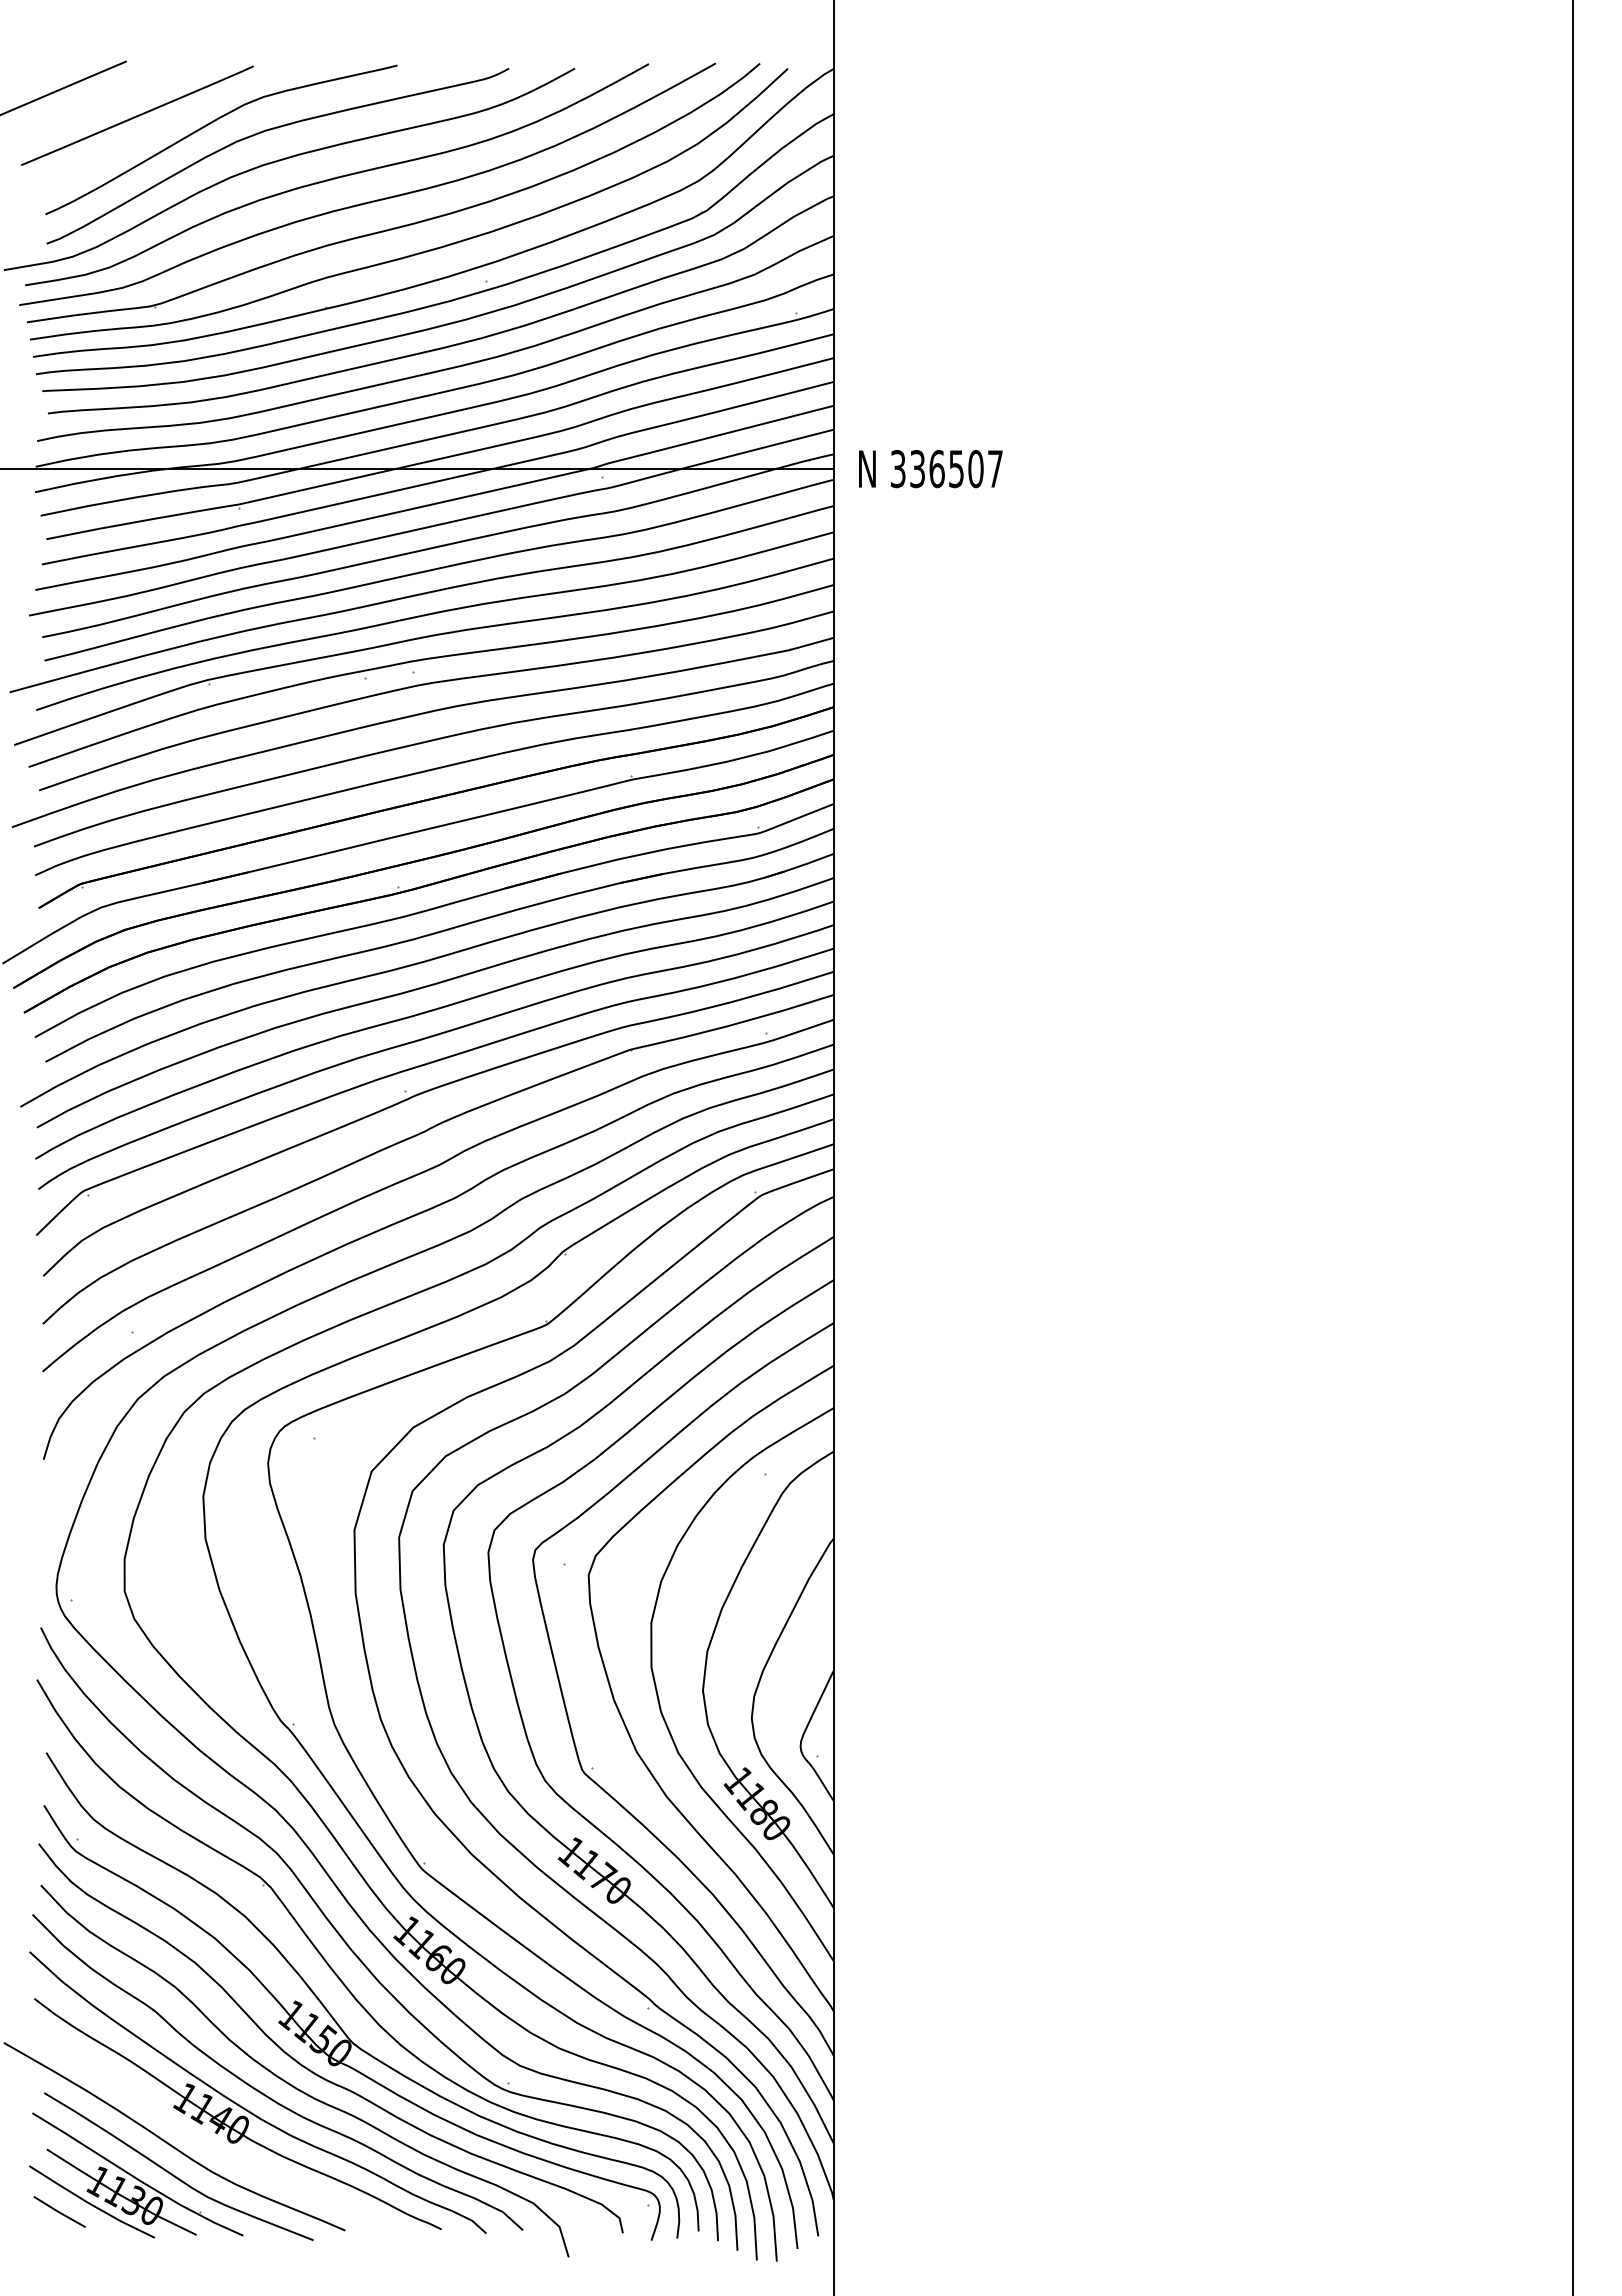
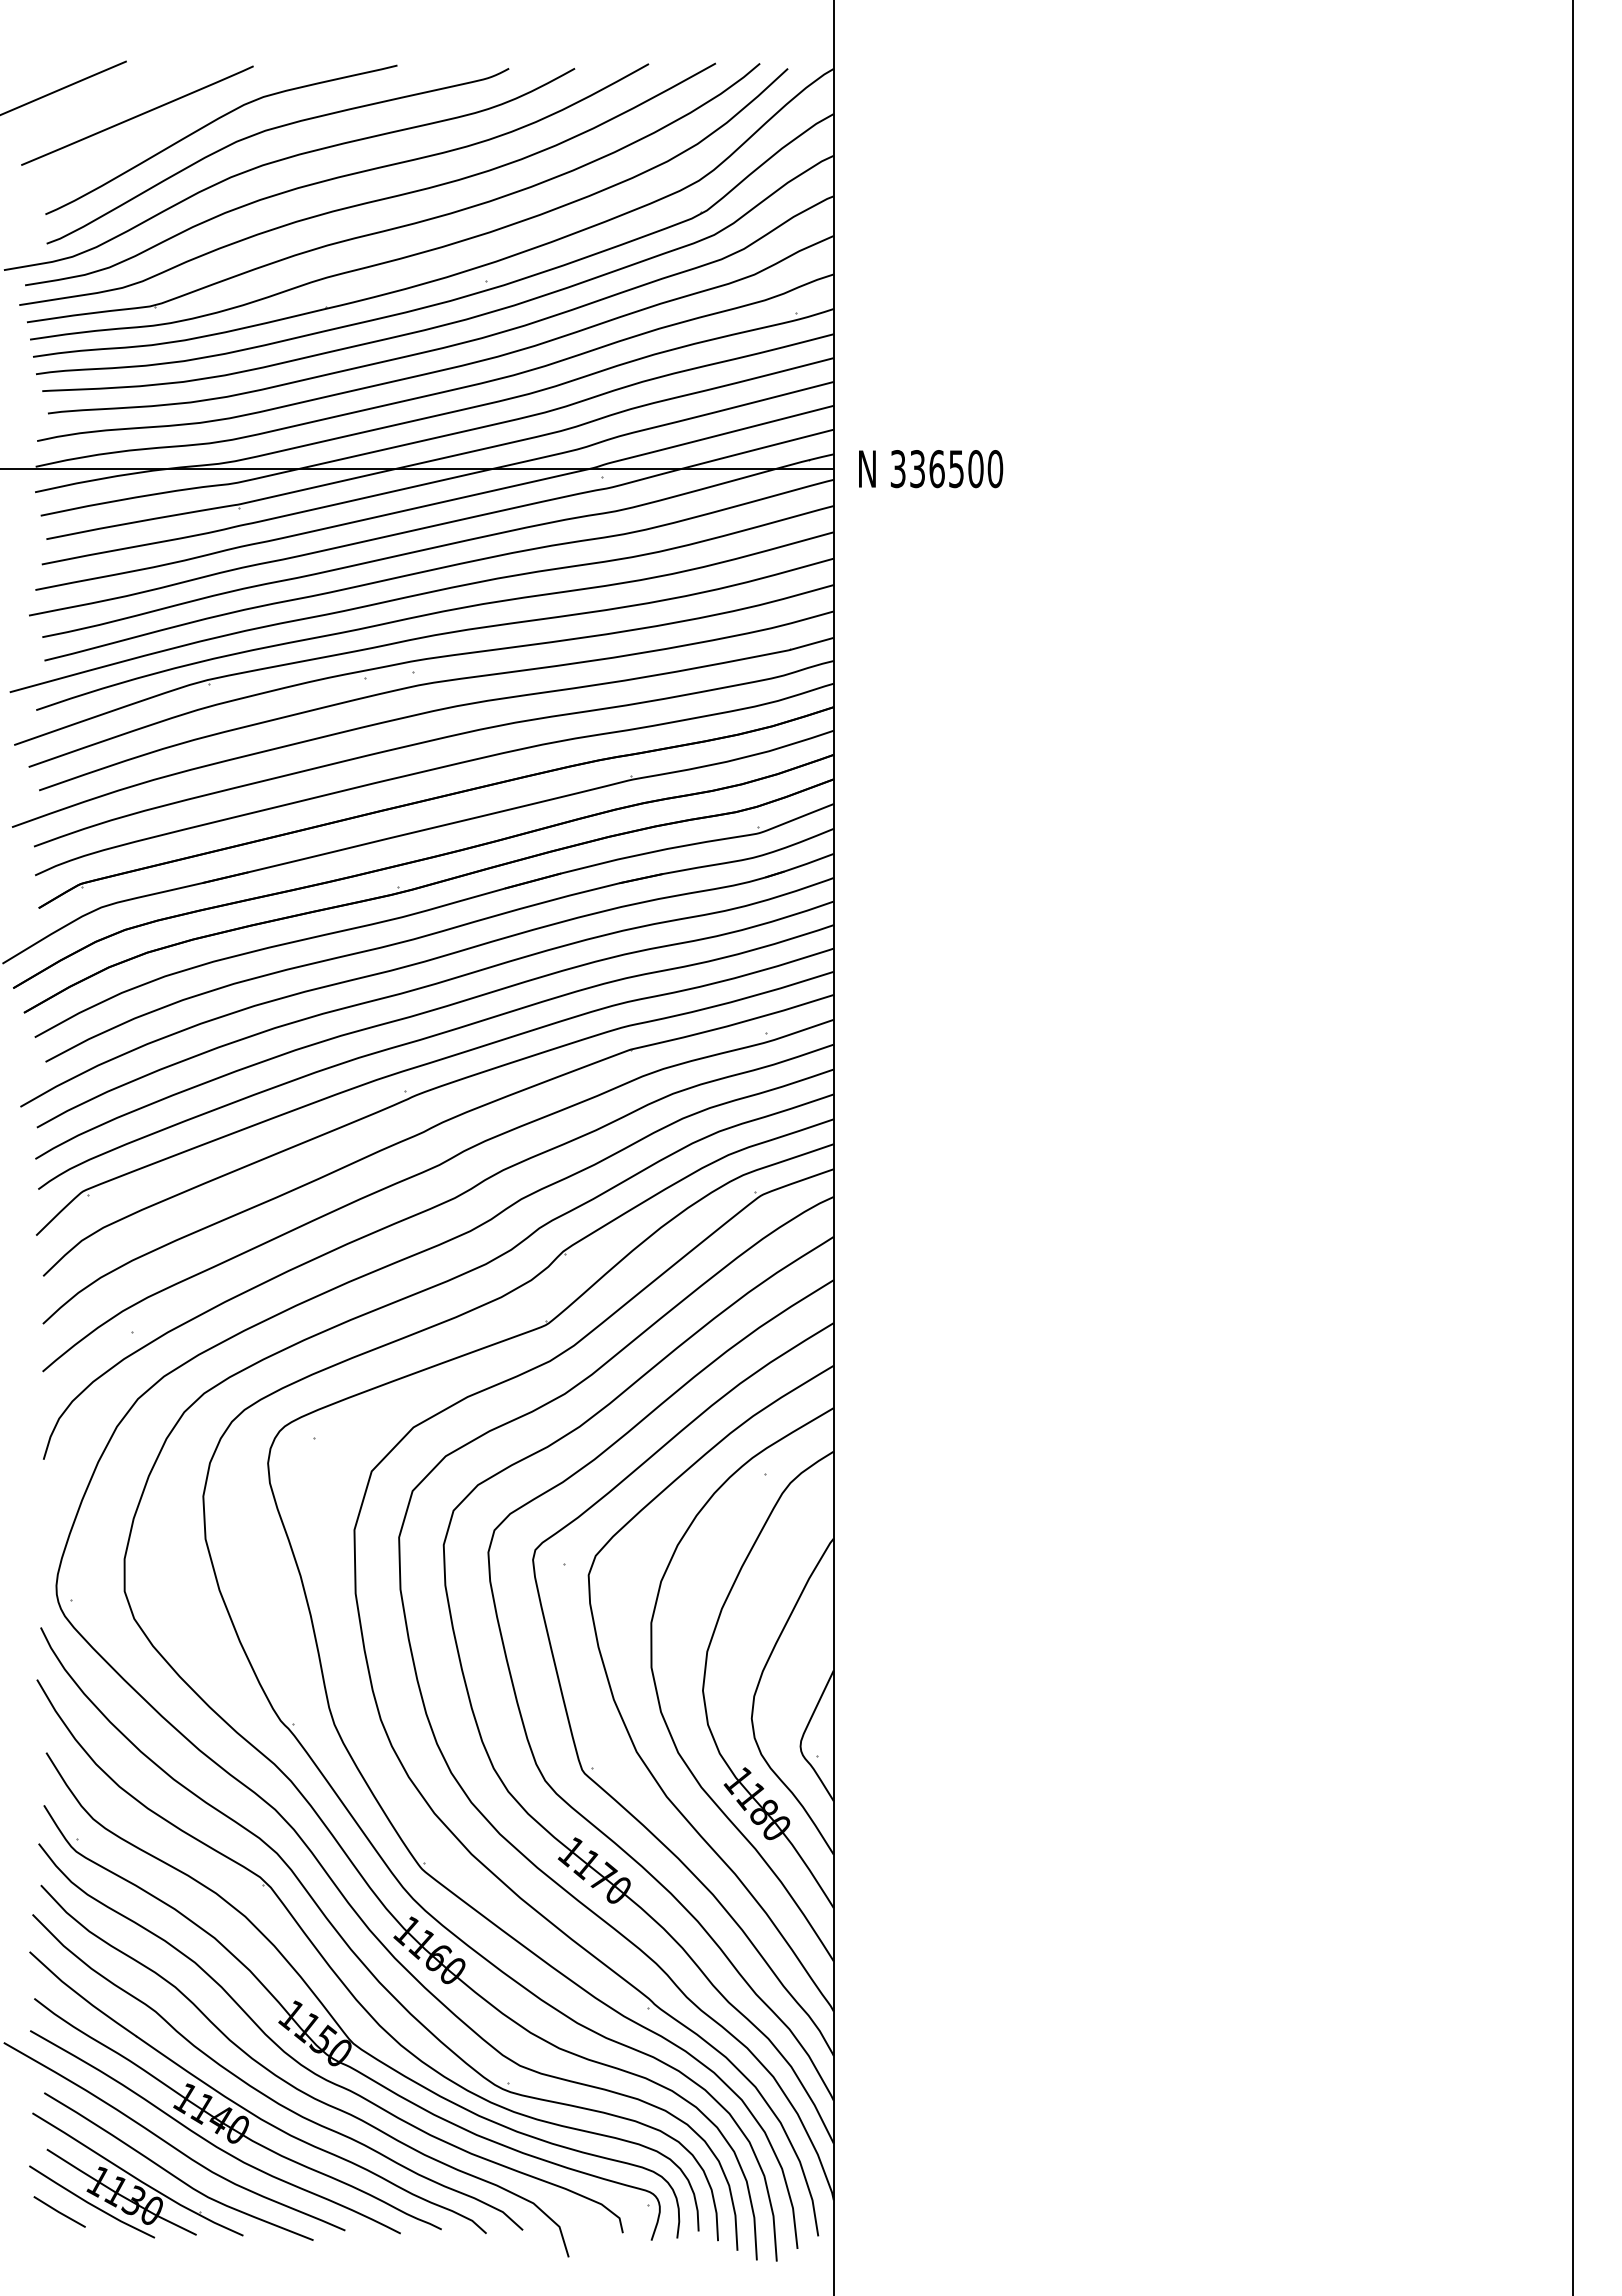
text at (995, 469): 336507 -> 336500
curve at (208, 2140): none -> present
